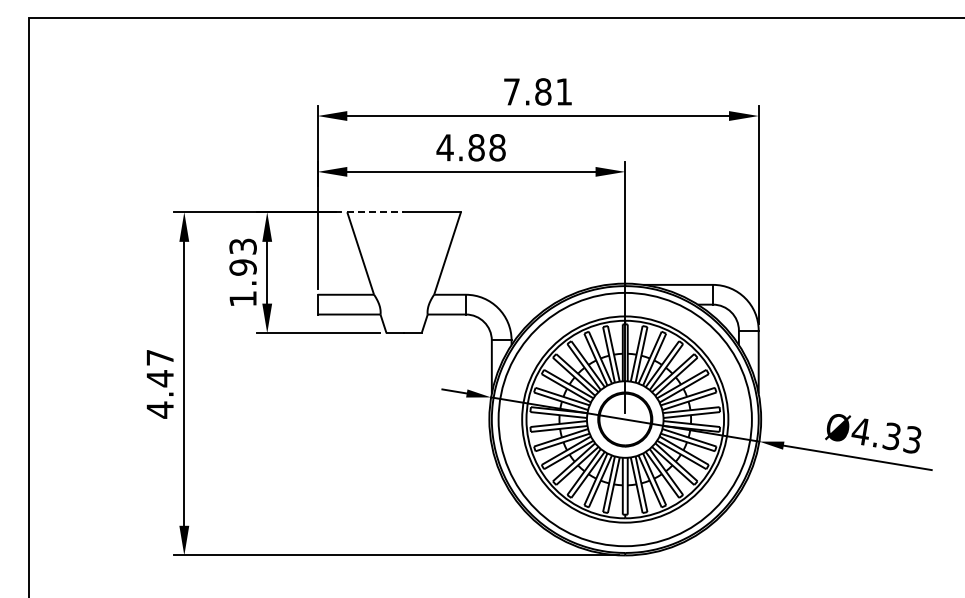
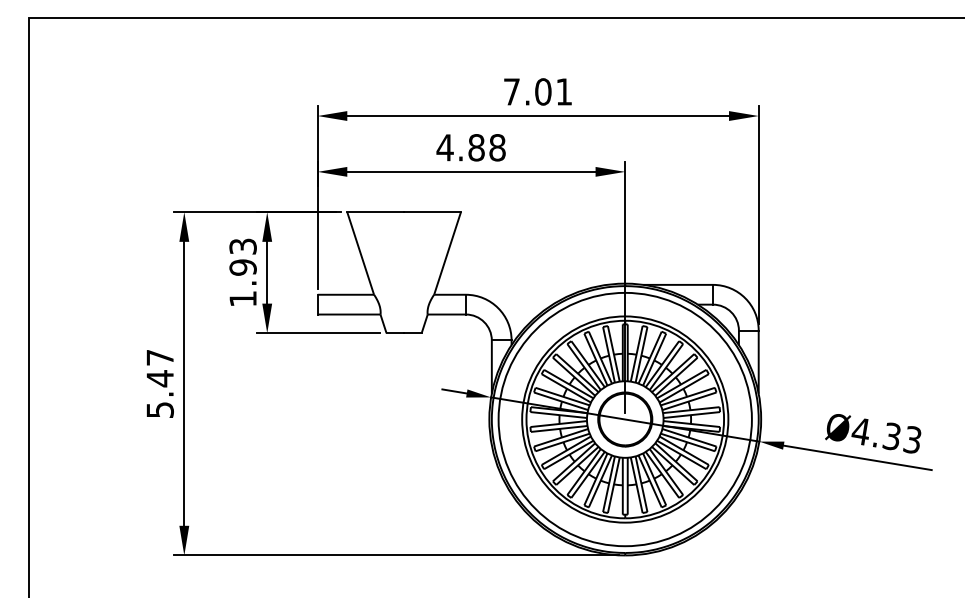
text at (543, 91): 7.81 -> 7.01
line at (376, 212): dashed -> solid
text at (159, 409): 4.47 -> 5.47
